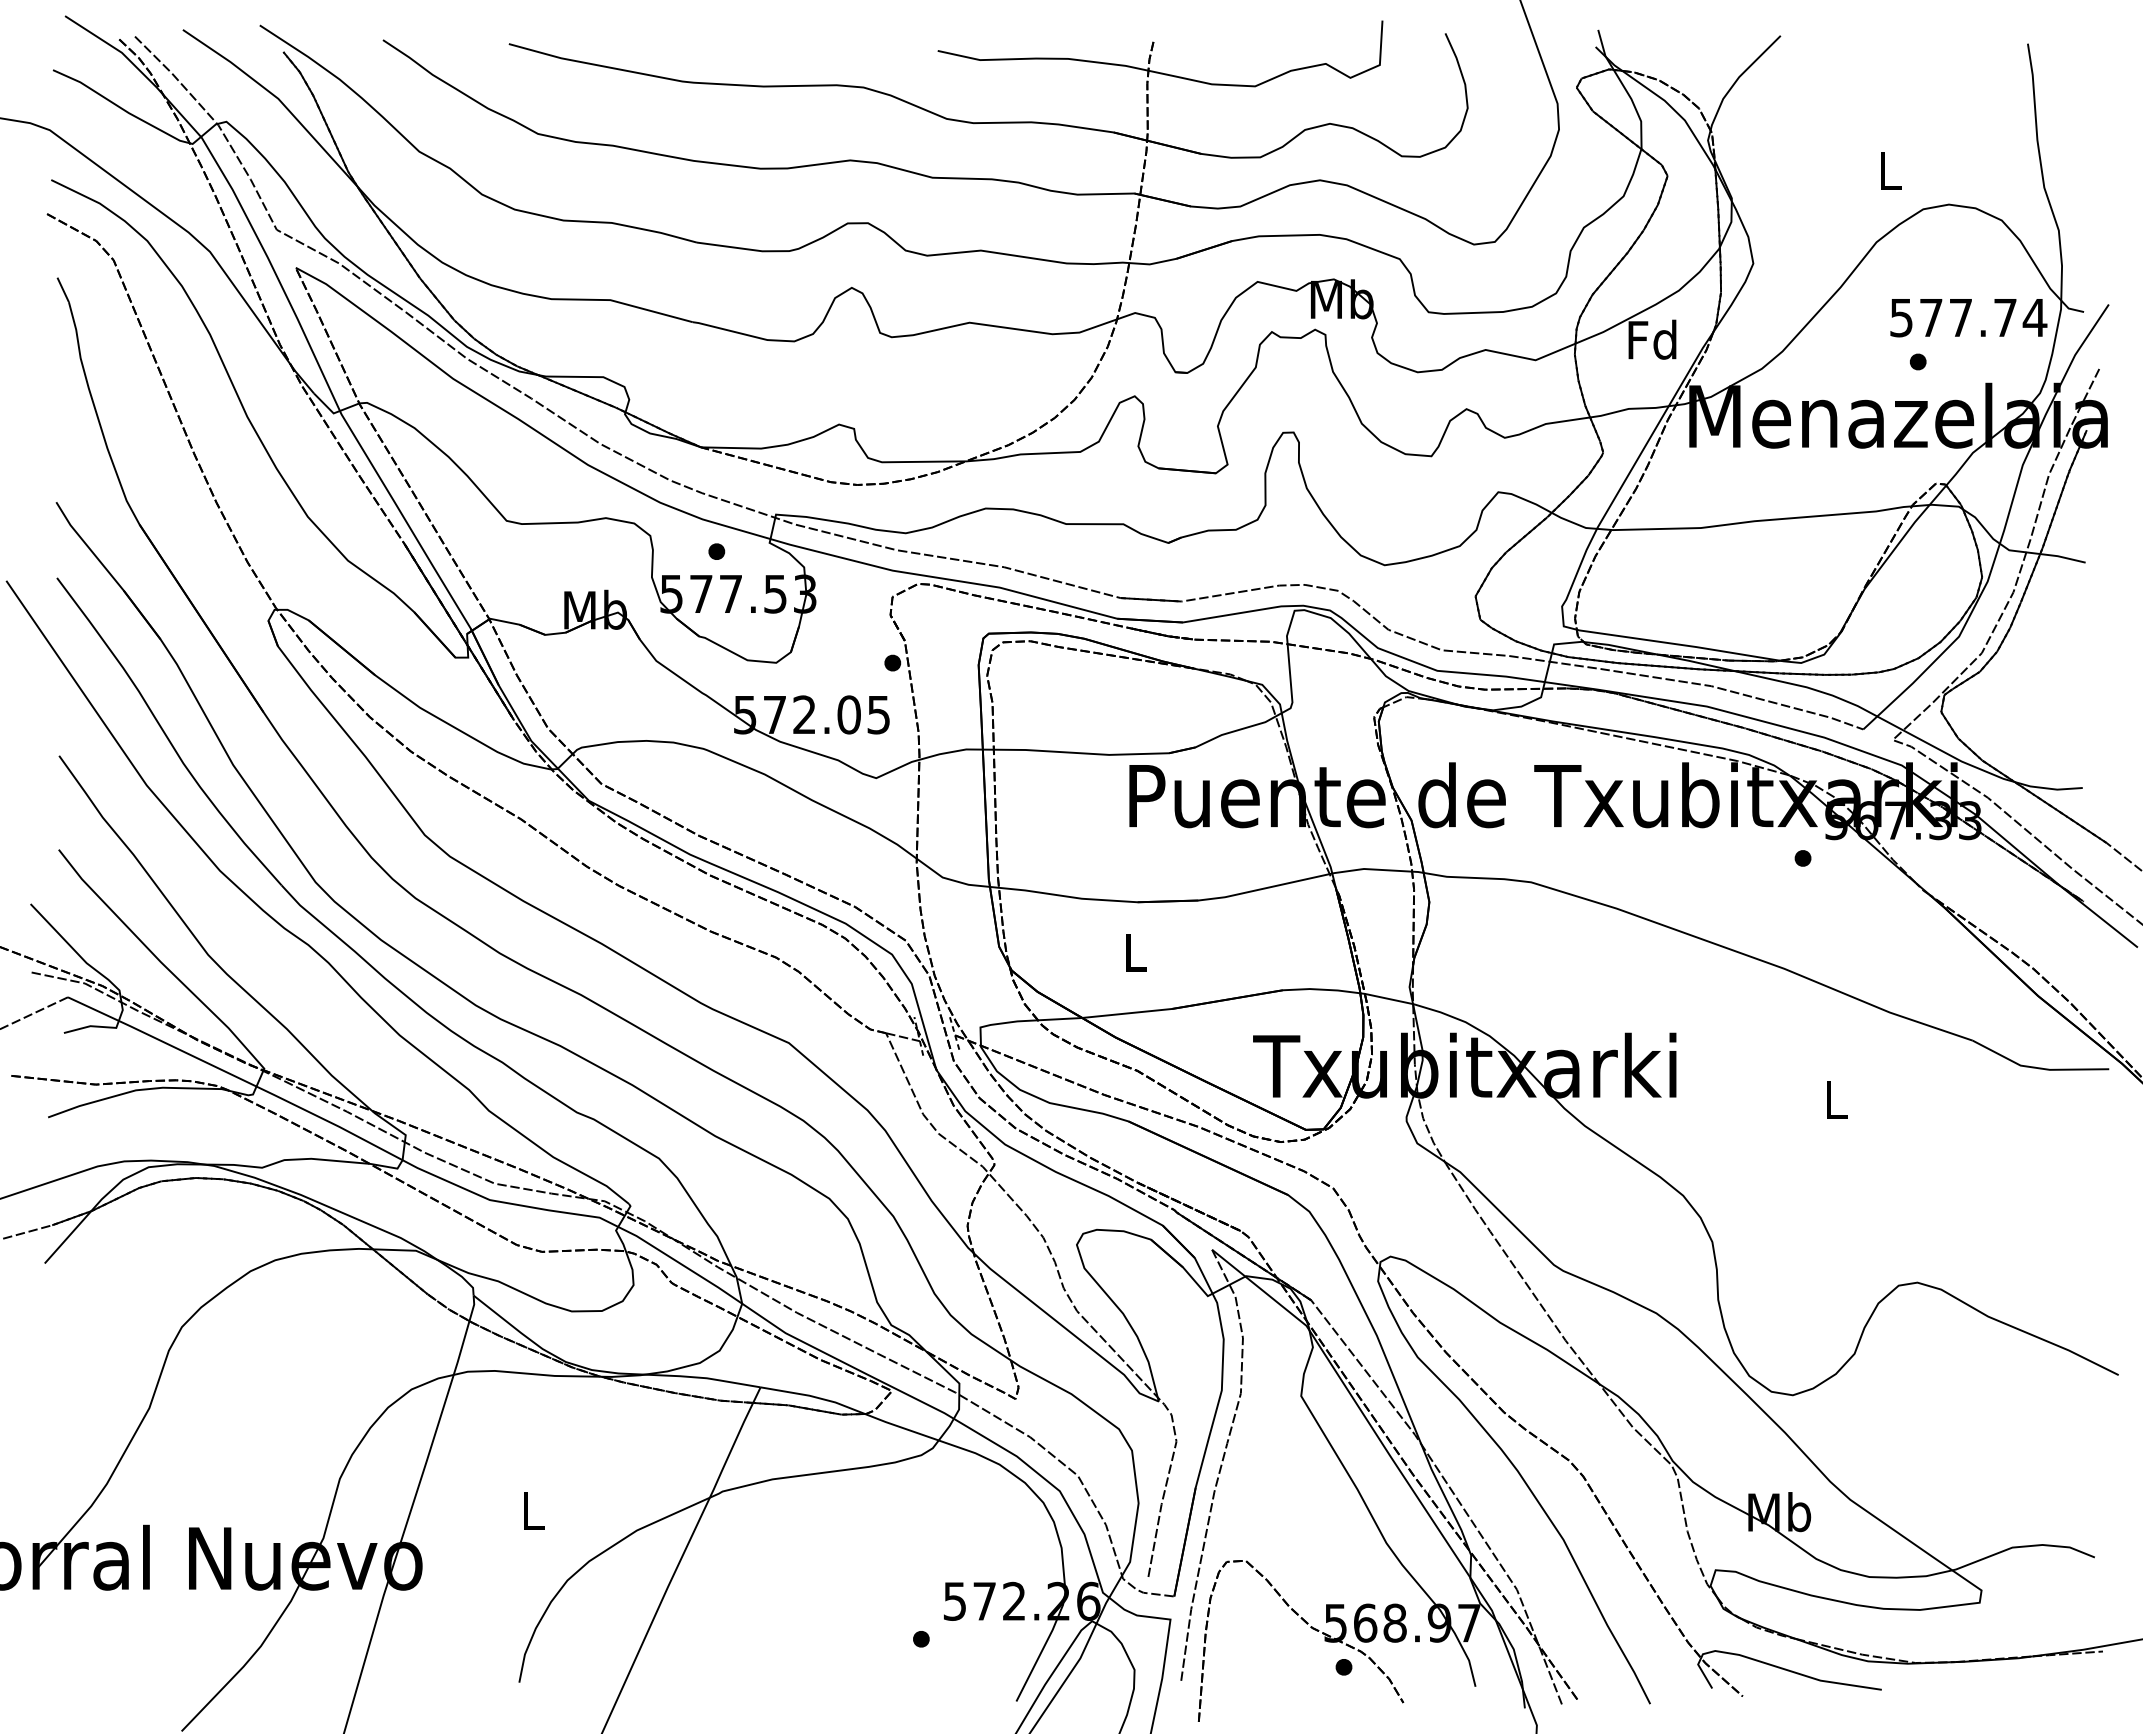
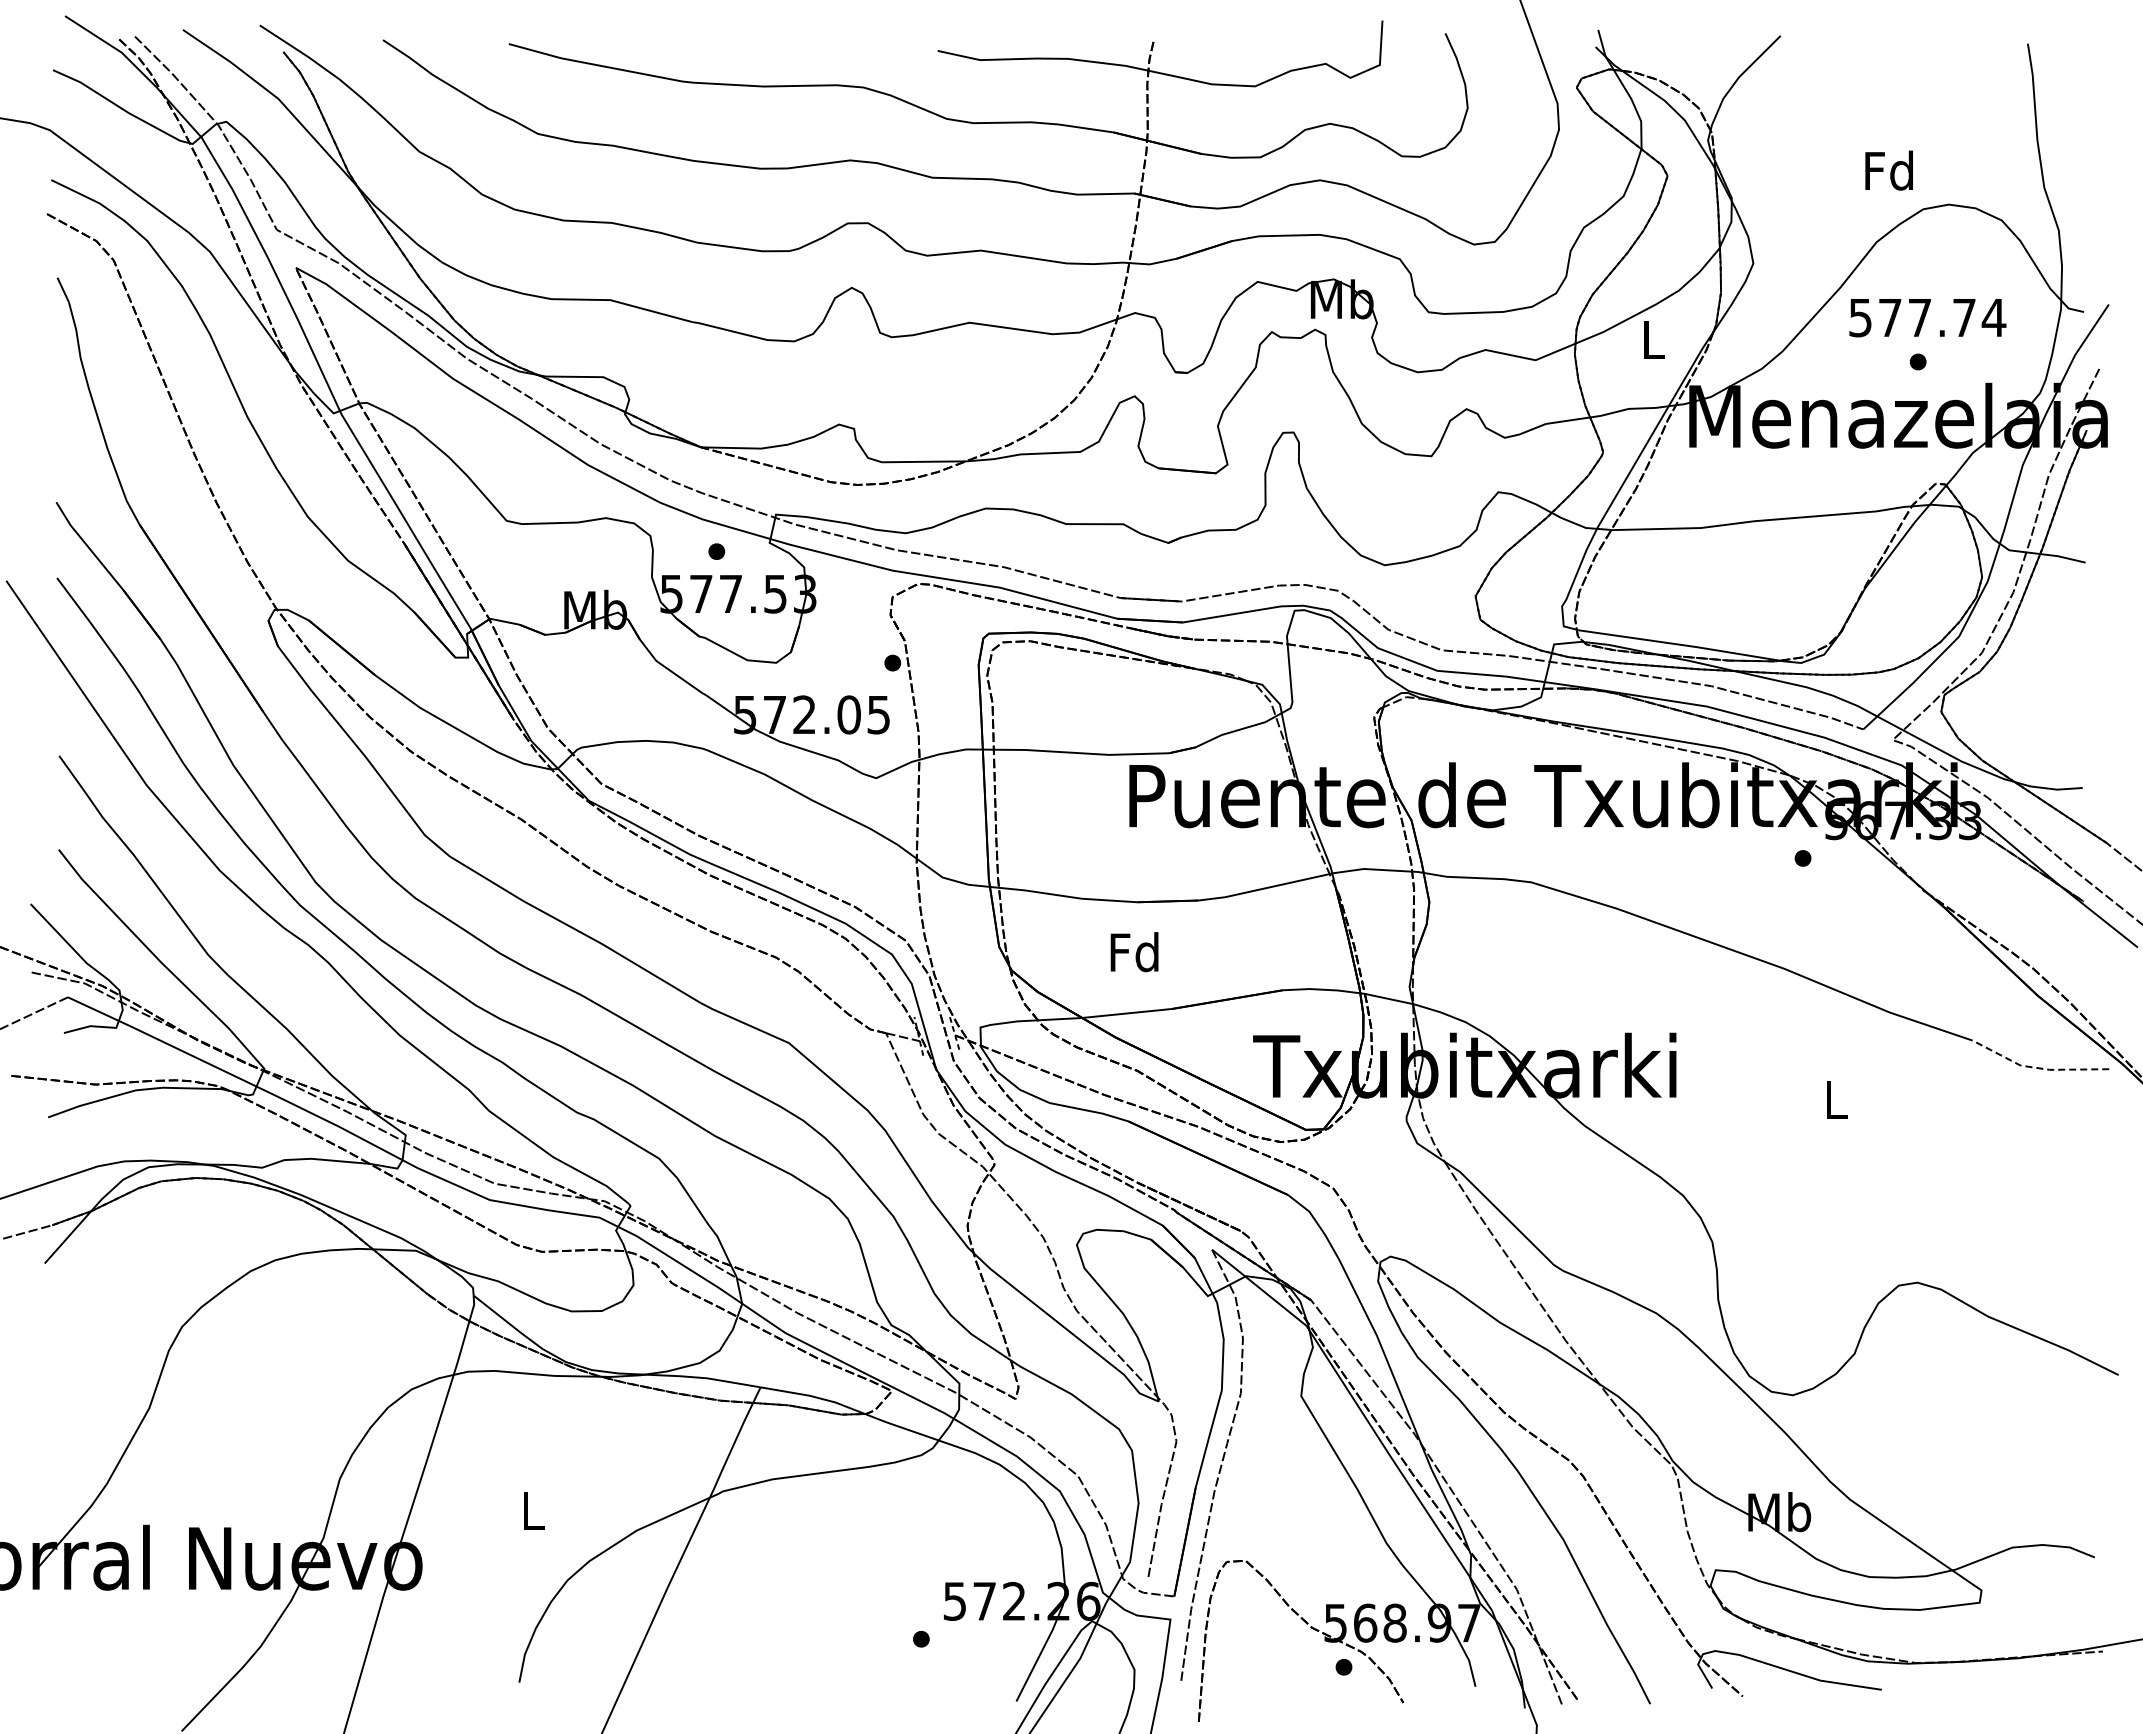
text at (1888, 170): L -> Fd
text at (1968, 318) position: (1968, 318) -> (1927, 318)
text at (1652, 339): Fd -> L
text at (1134, 952): L -> Fd
line at (2037, 1068): solid -> dashed
